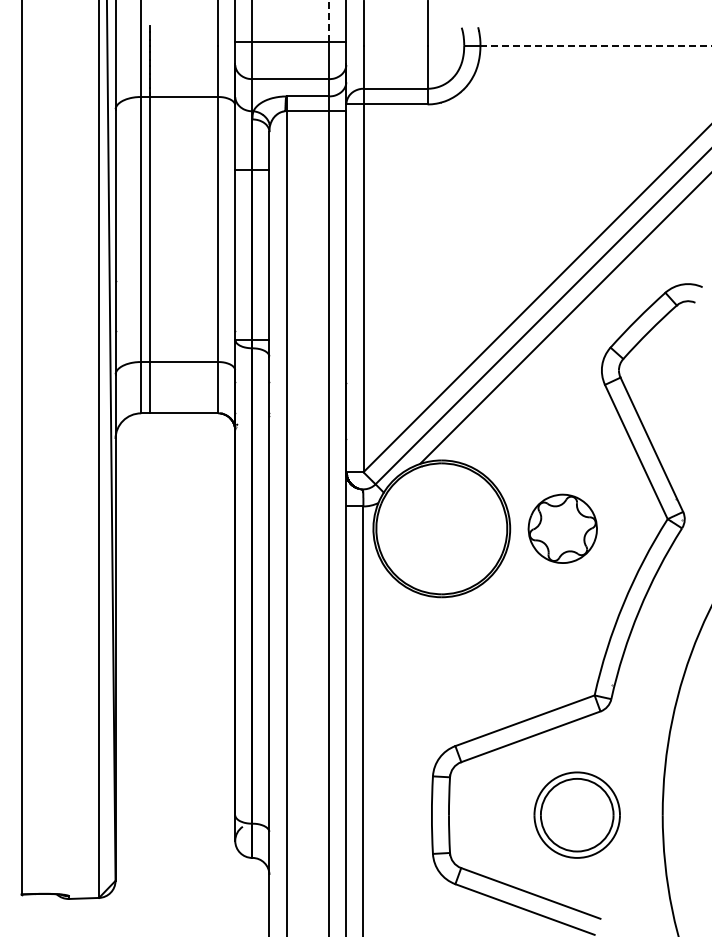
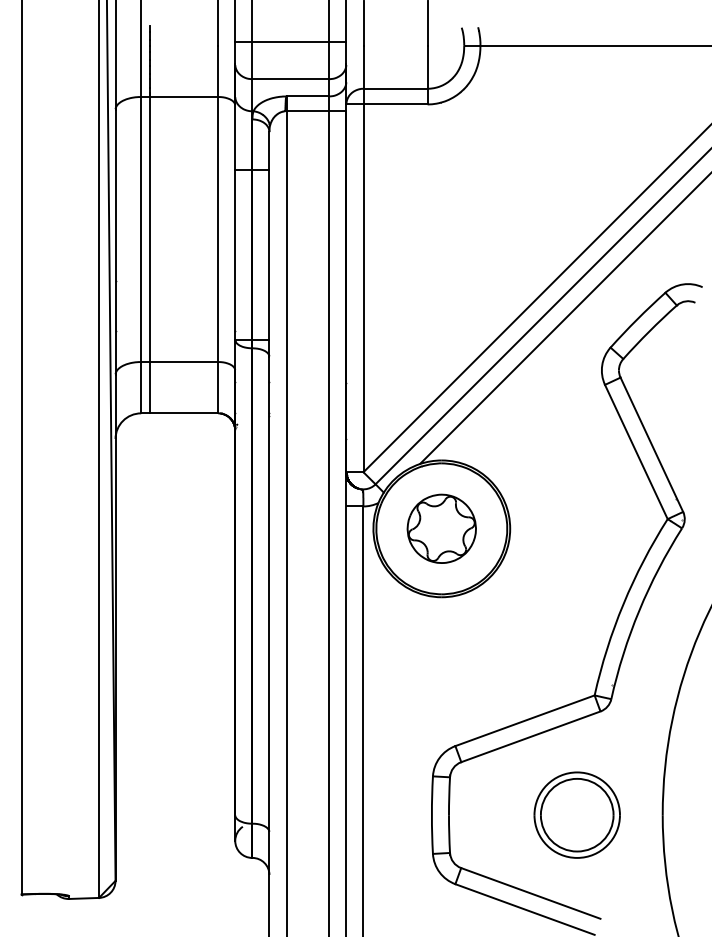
line at (329, 21): dashed -> solid
line at (596, 45): dashed -> solid
part at (562, 528) position: (562, 528) -> (441, 528)
